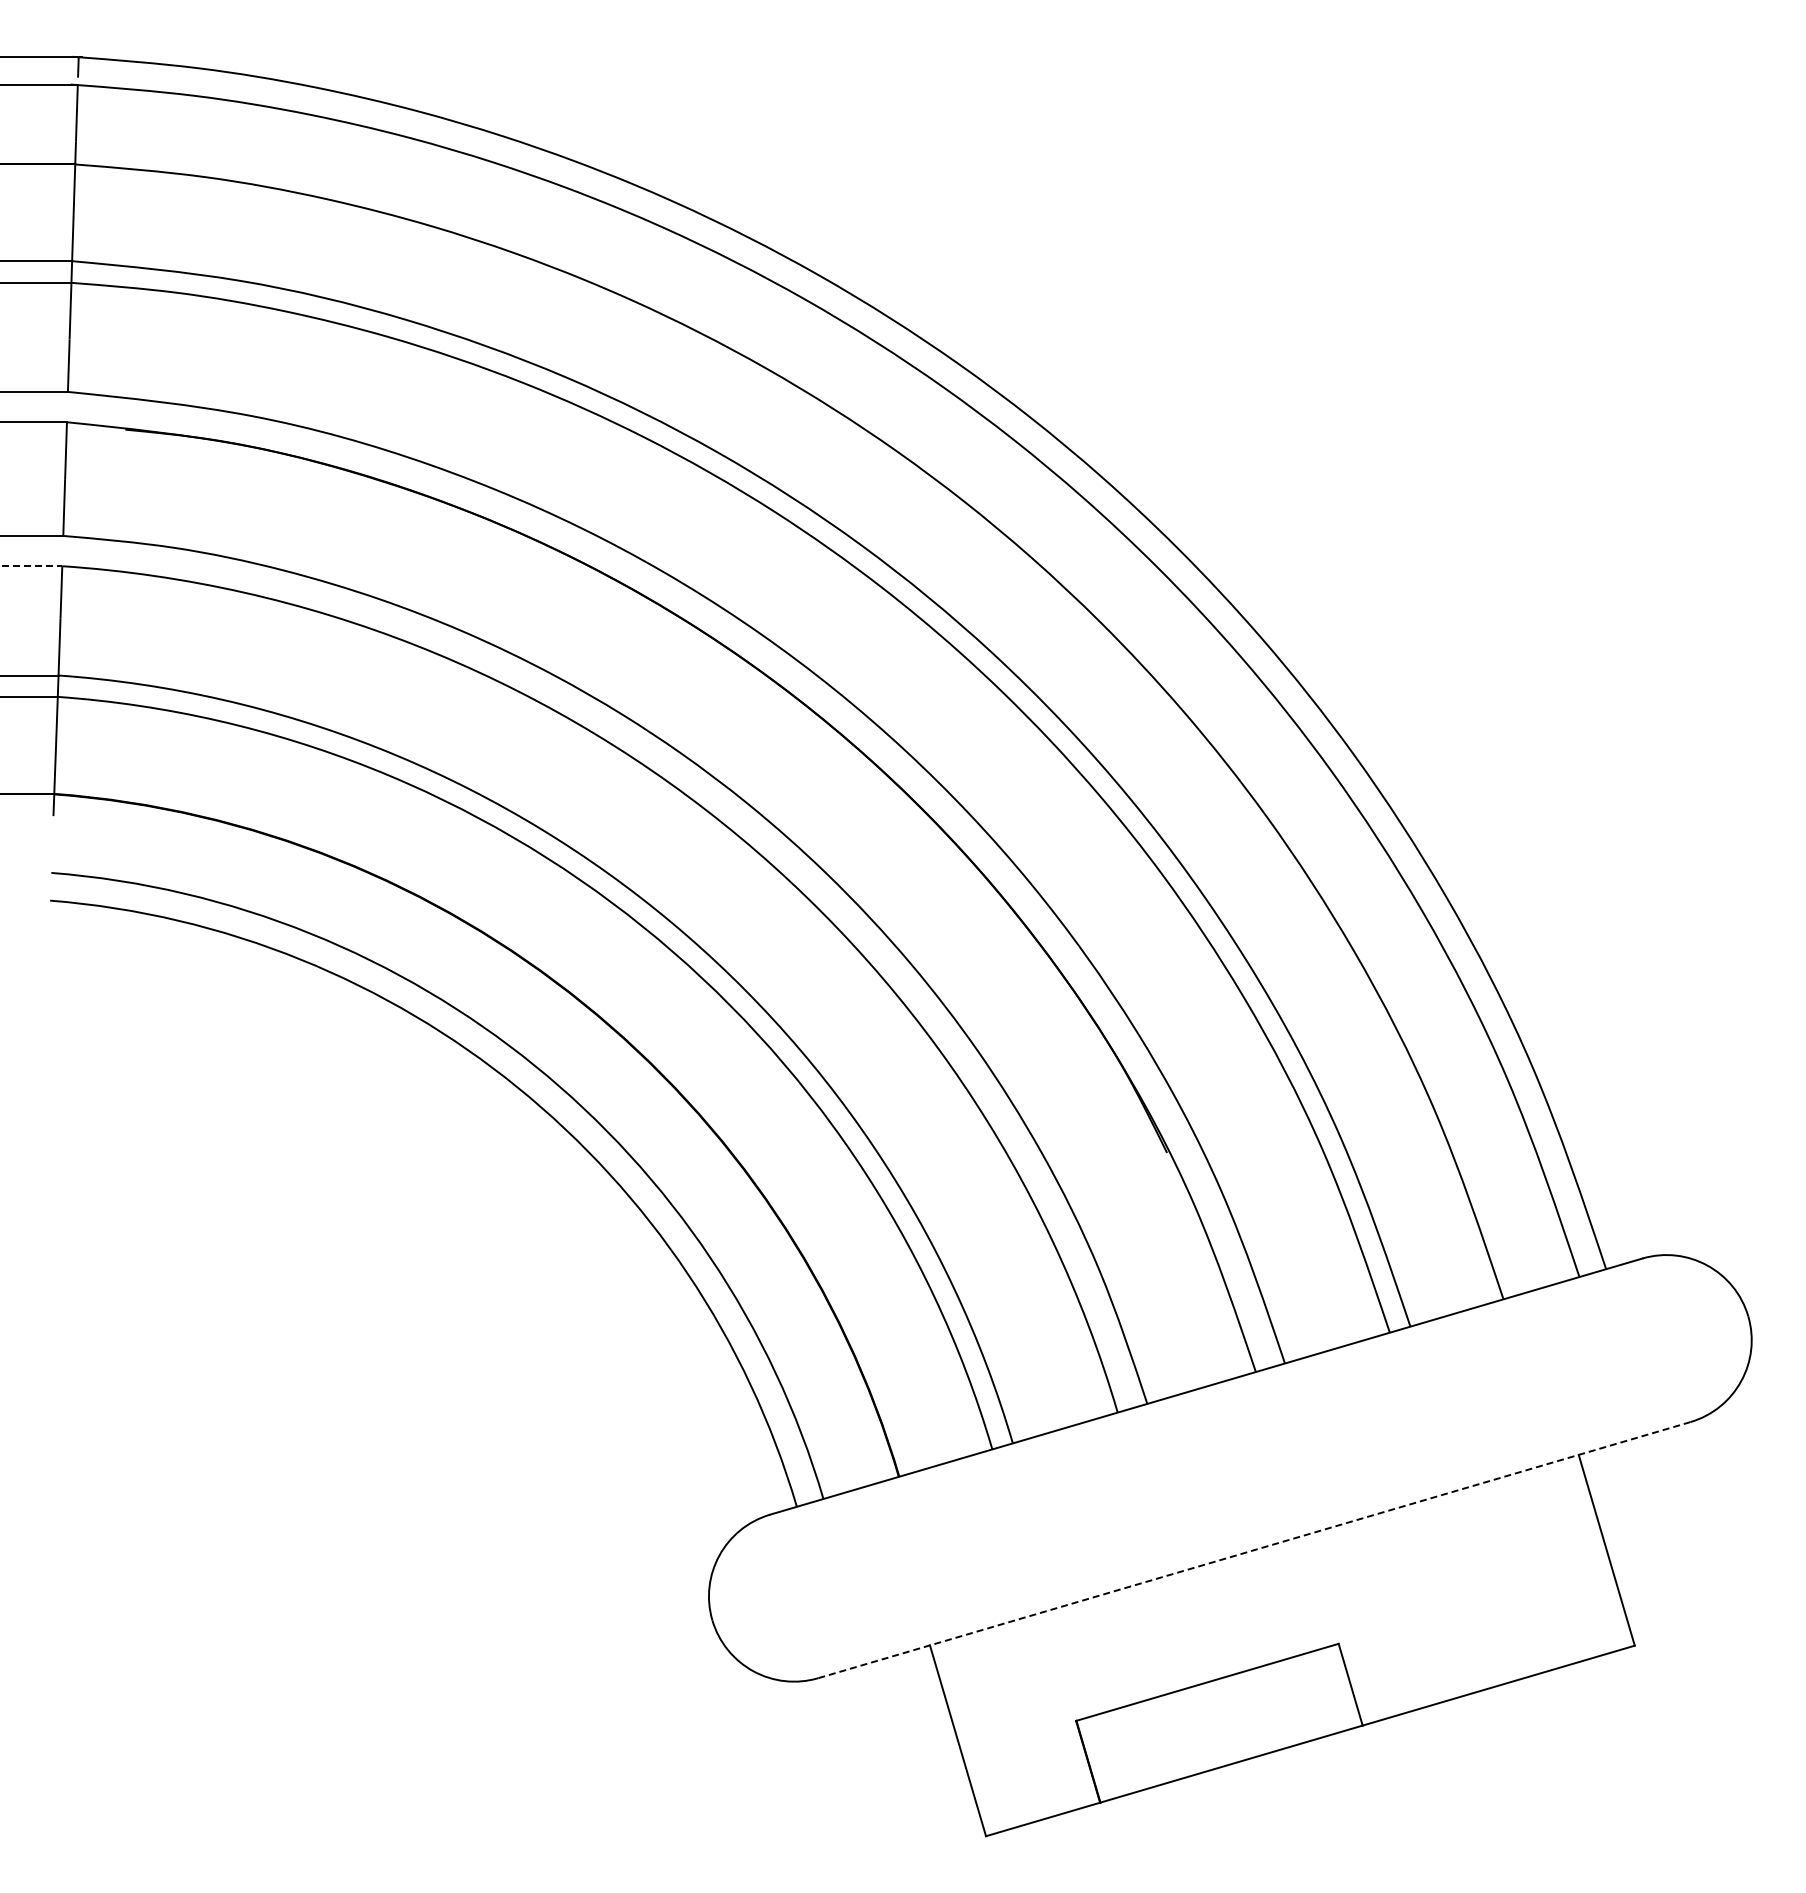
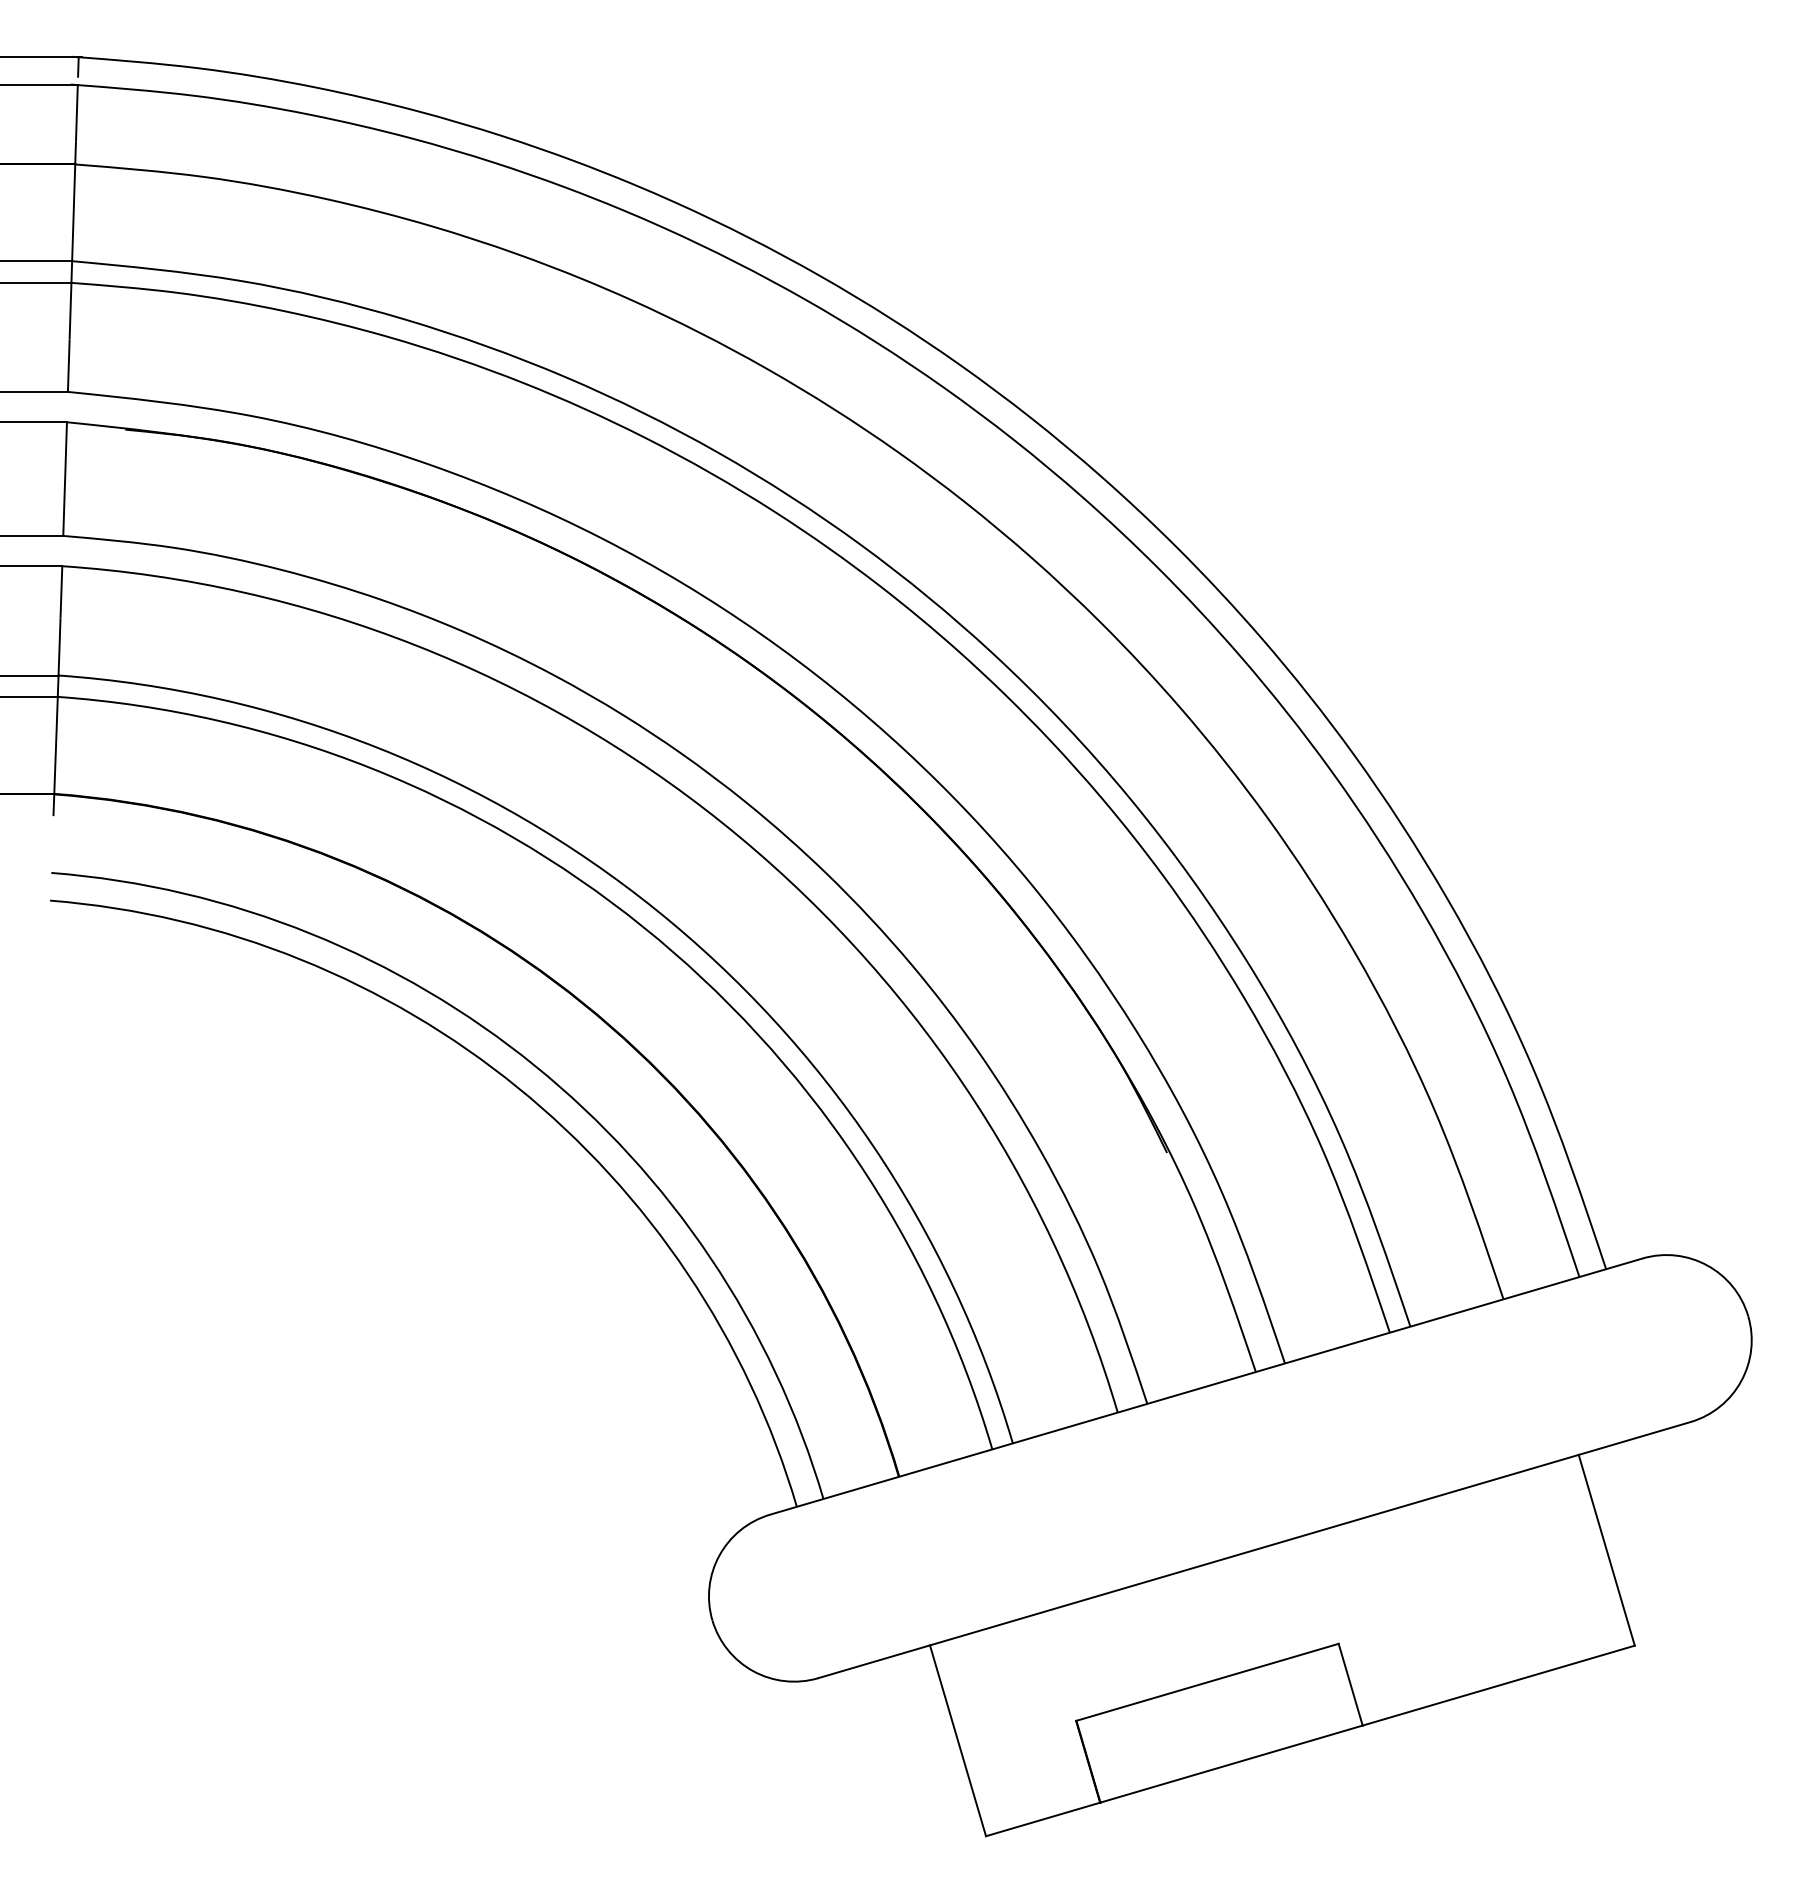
line at (31, 566): dashed -> solid
line at (1254, 1550): dashed -> solid
